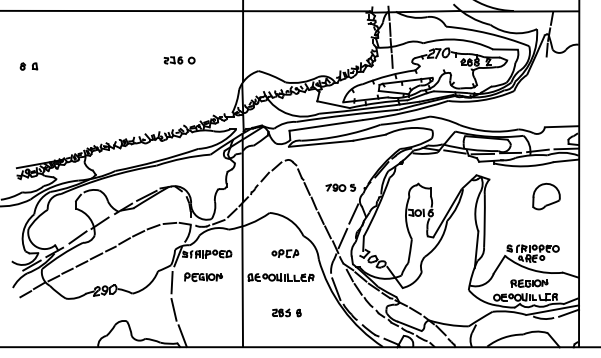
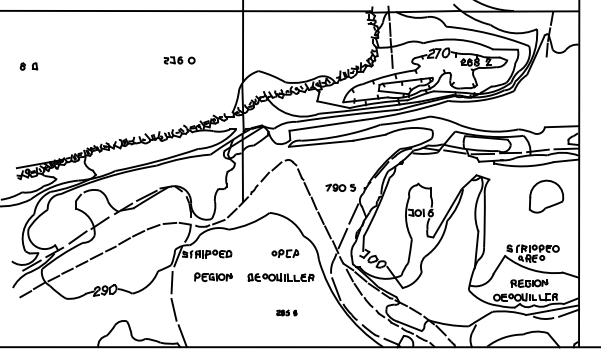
part at (546, 196) size: 29x29 px -> 37x35 px
line at (242, 275): present -> none
part at (203, 276) position: (203, 276) -> (213, 276)
part at (286, 312) size: 30x10 px -> 22x8 px
